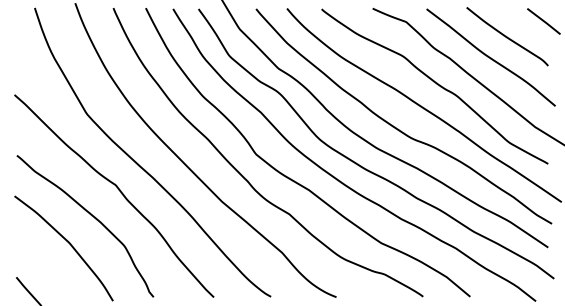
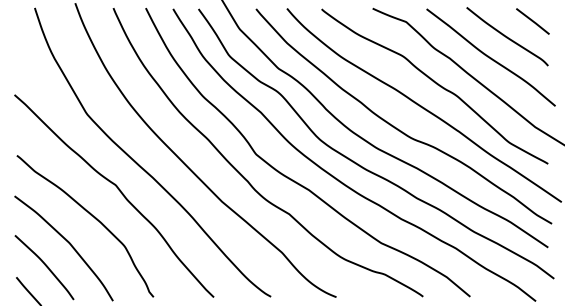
line at (543, 21) position: (543, 21) -> (532, 21)
curve at (45, 266): none -> present
